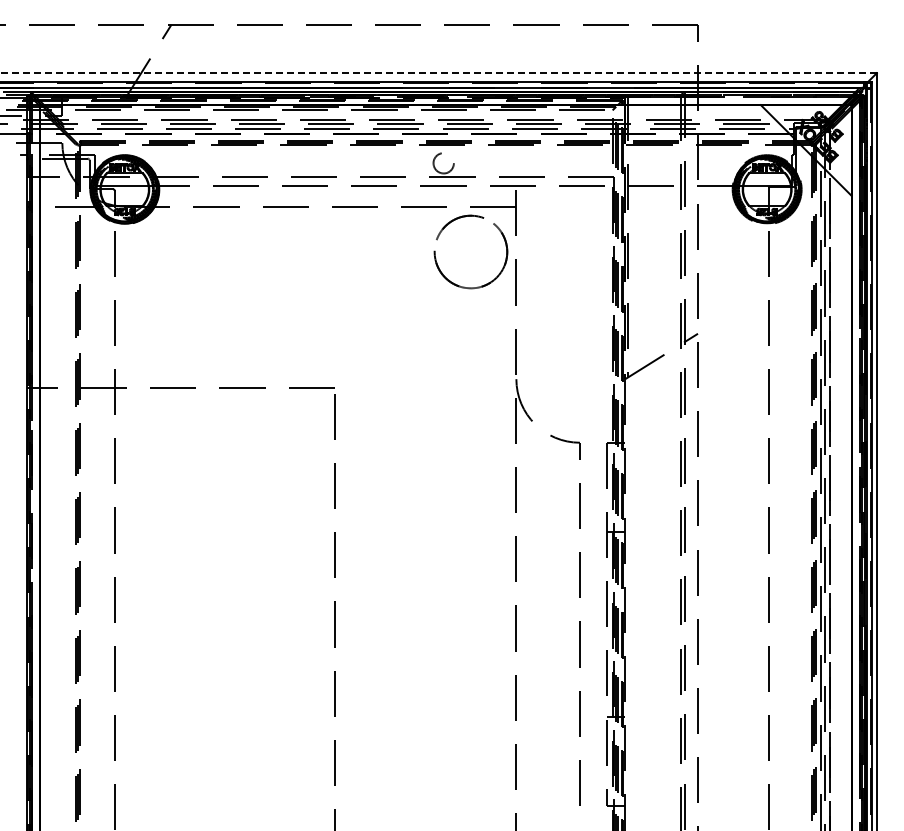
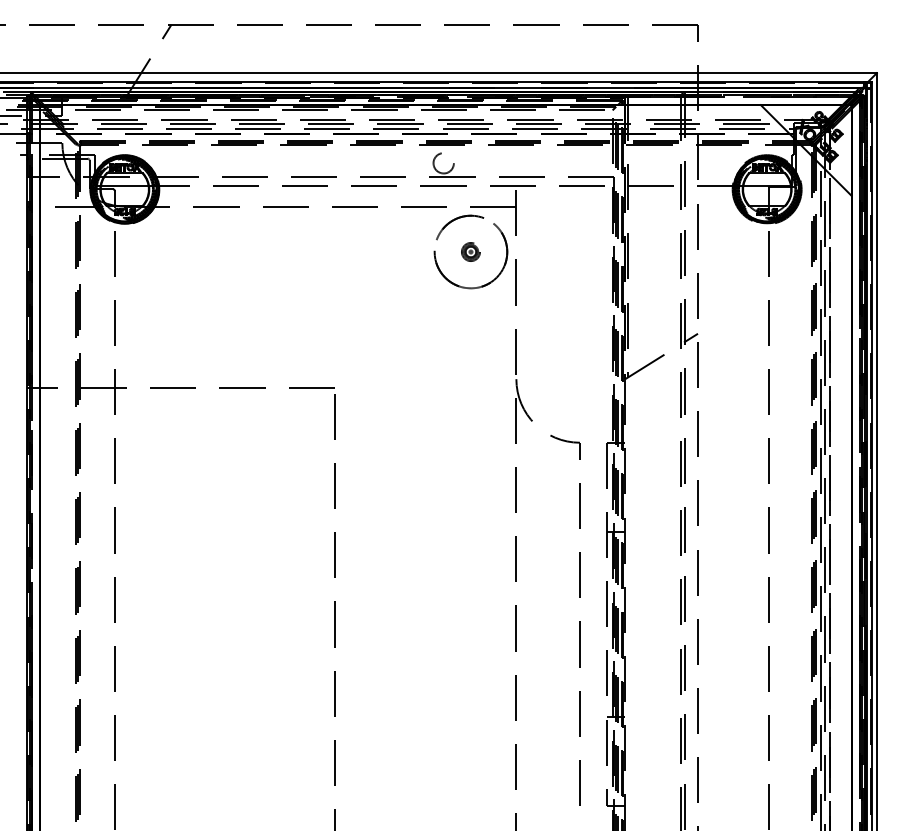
line at (438, 73): dashed -> solid
part at (470, 251): none -> present
